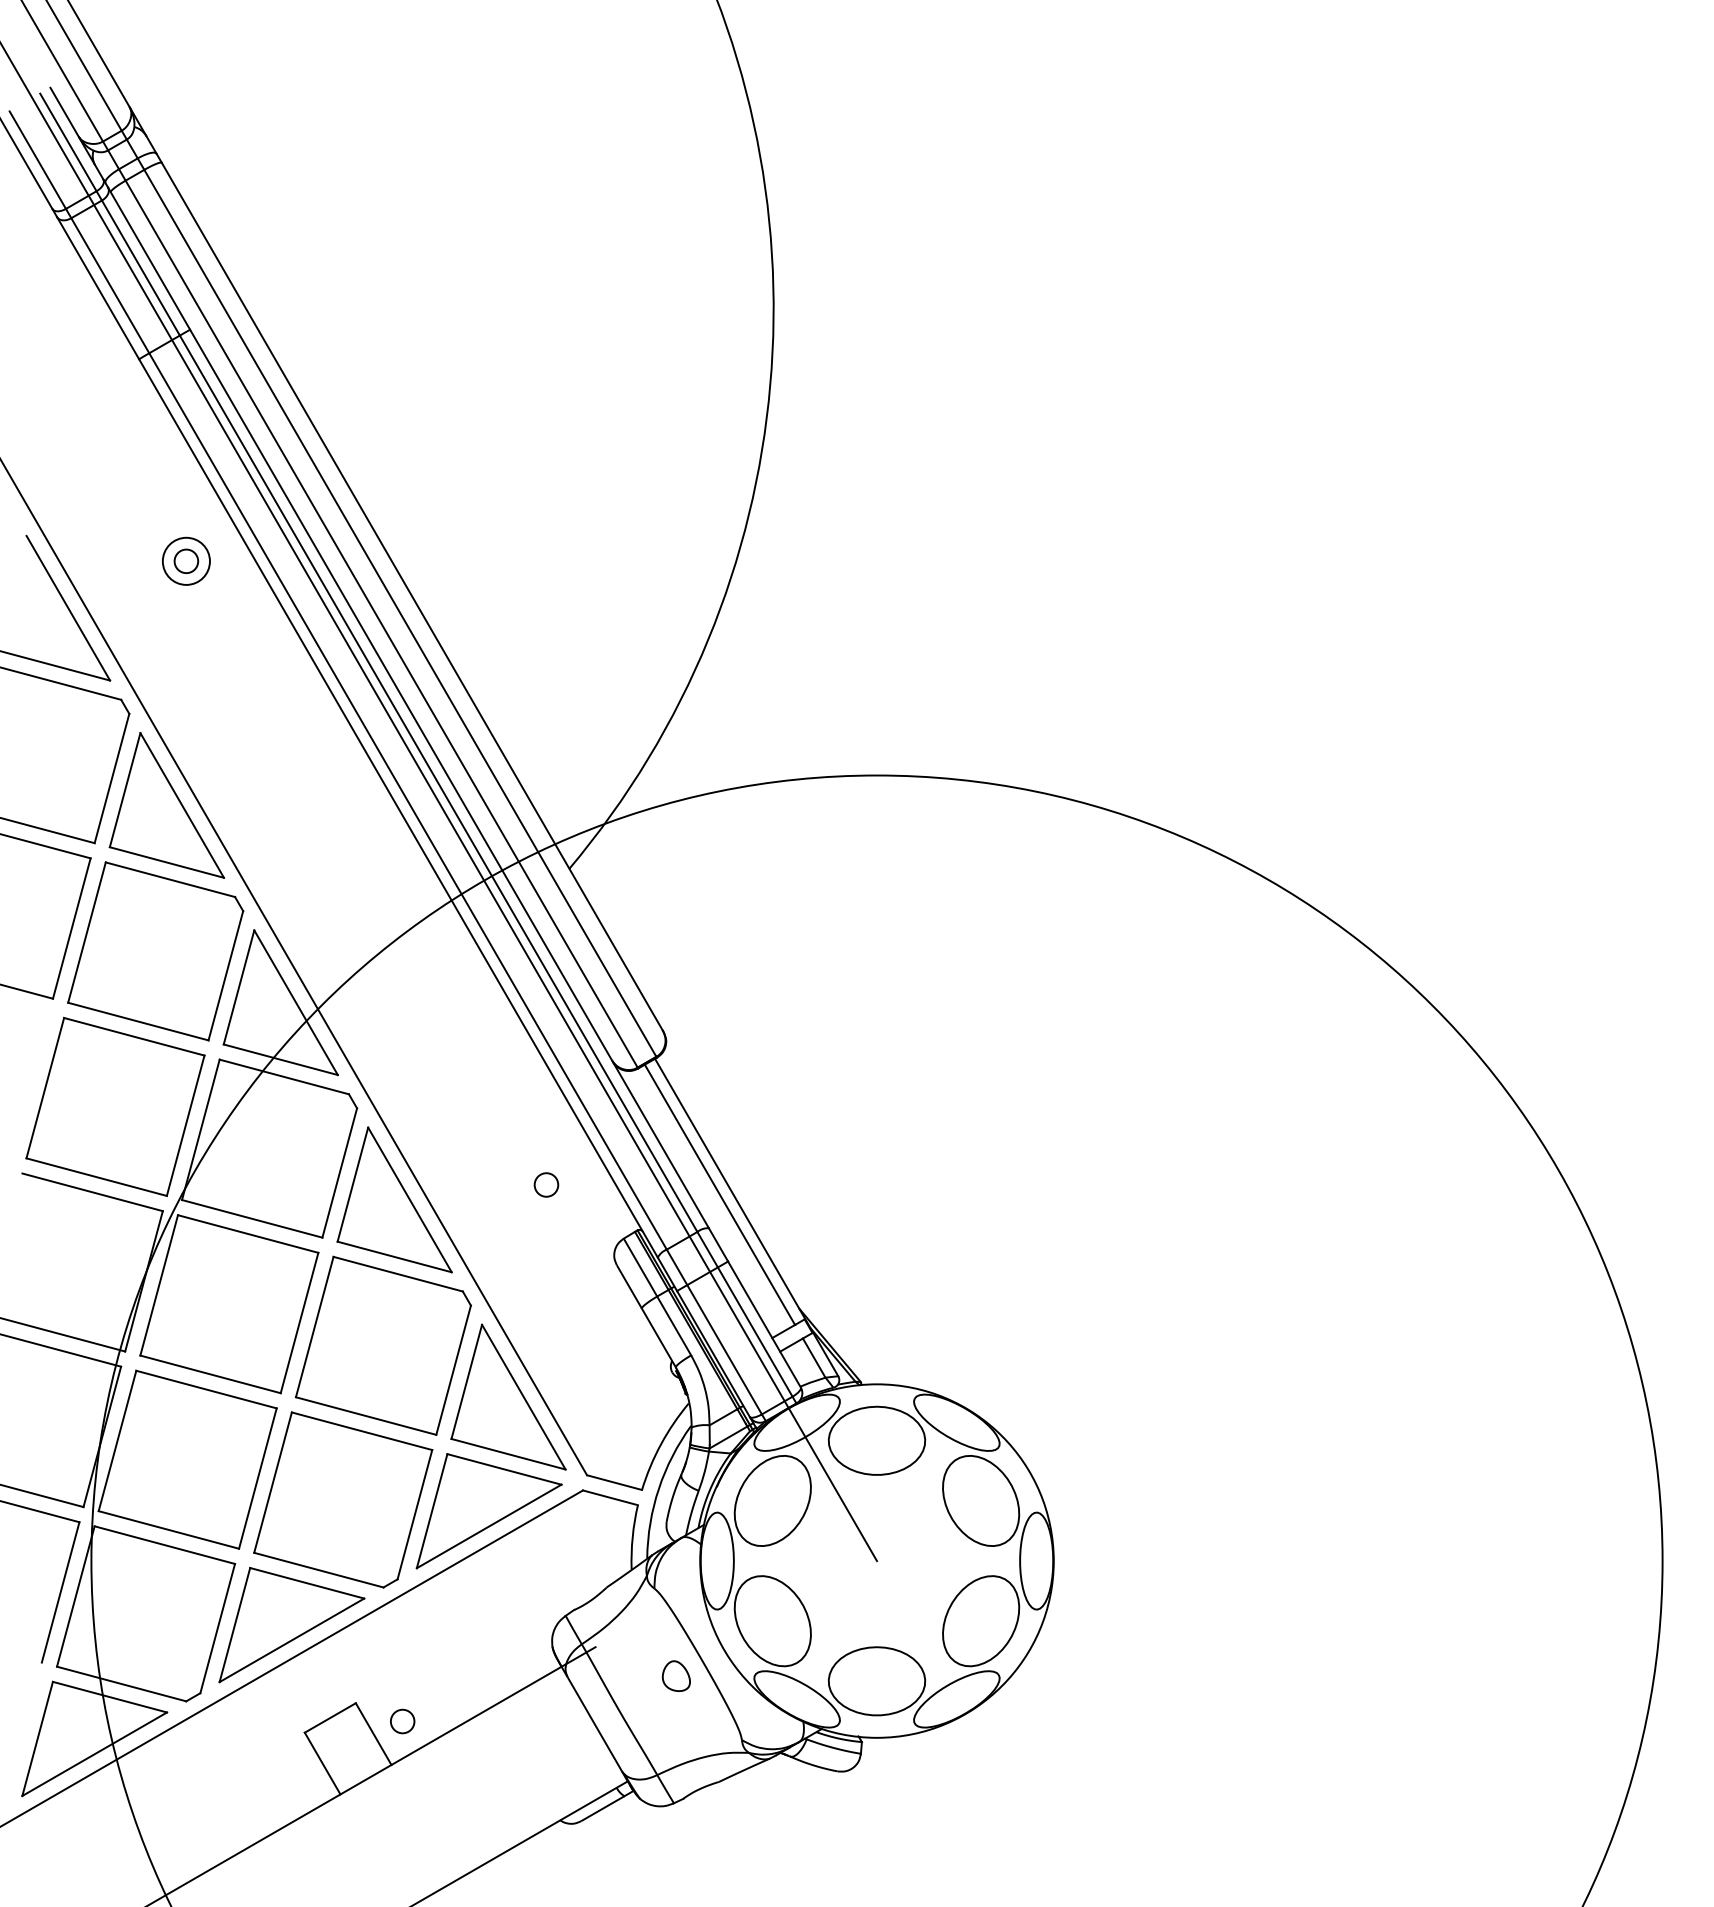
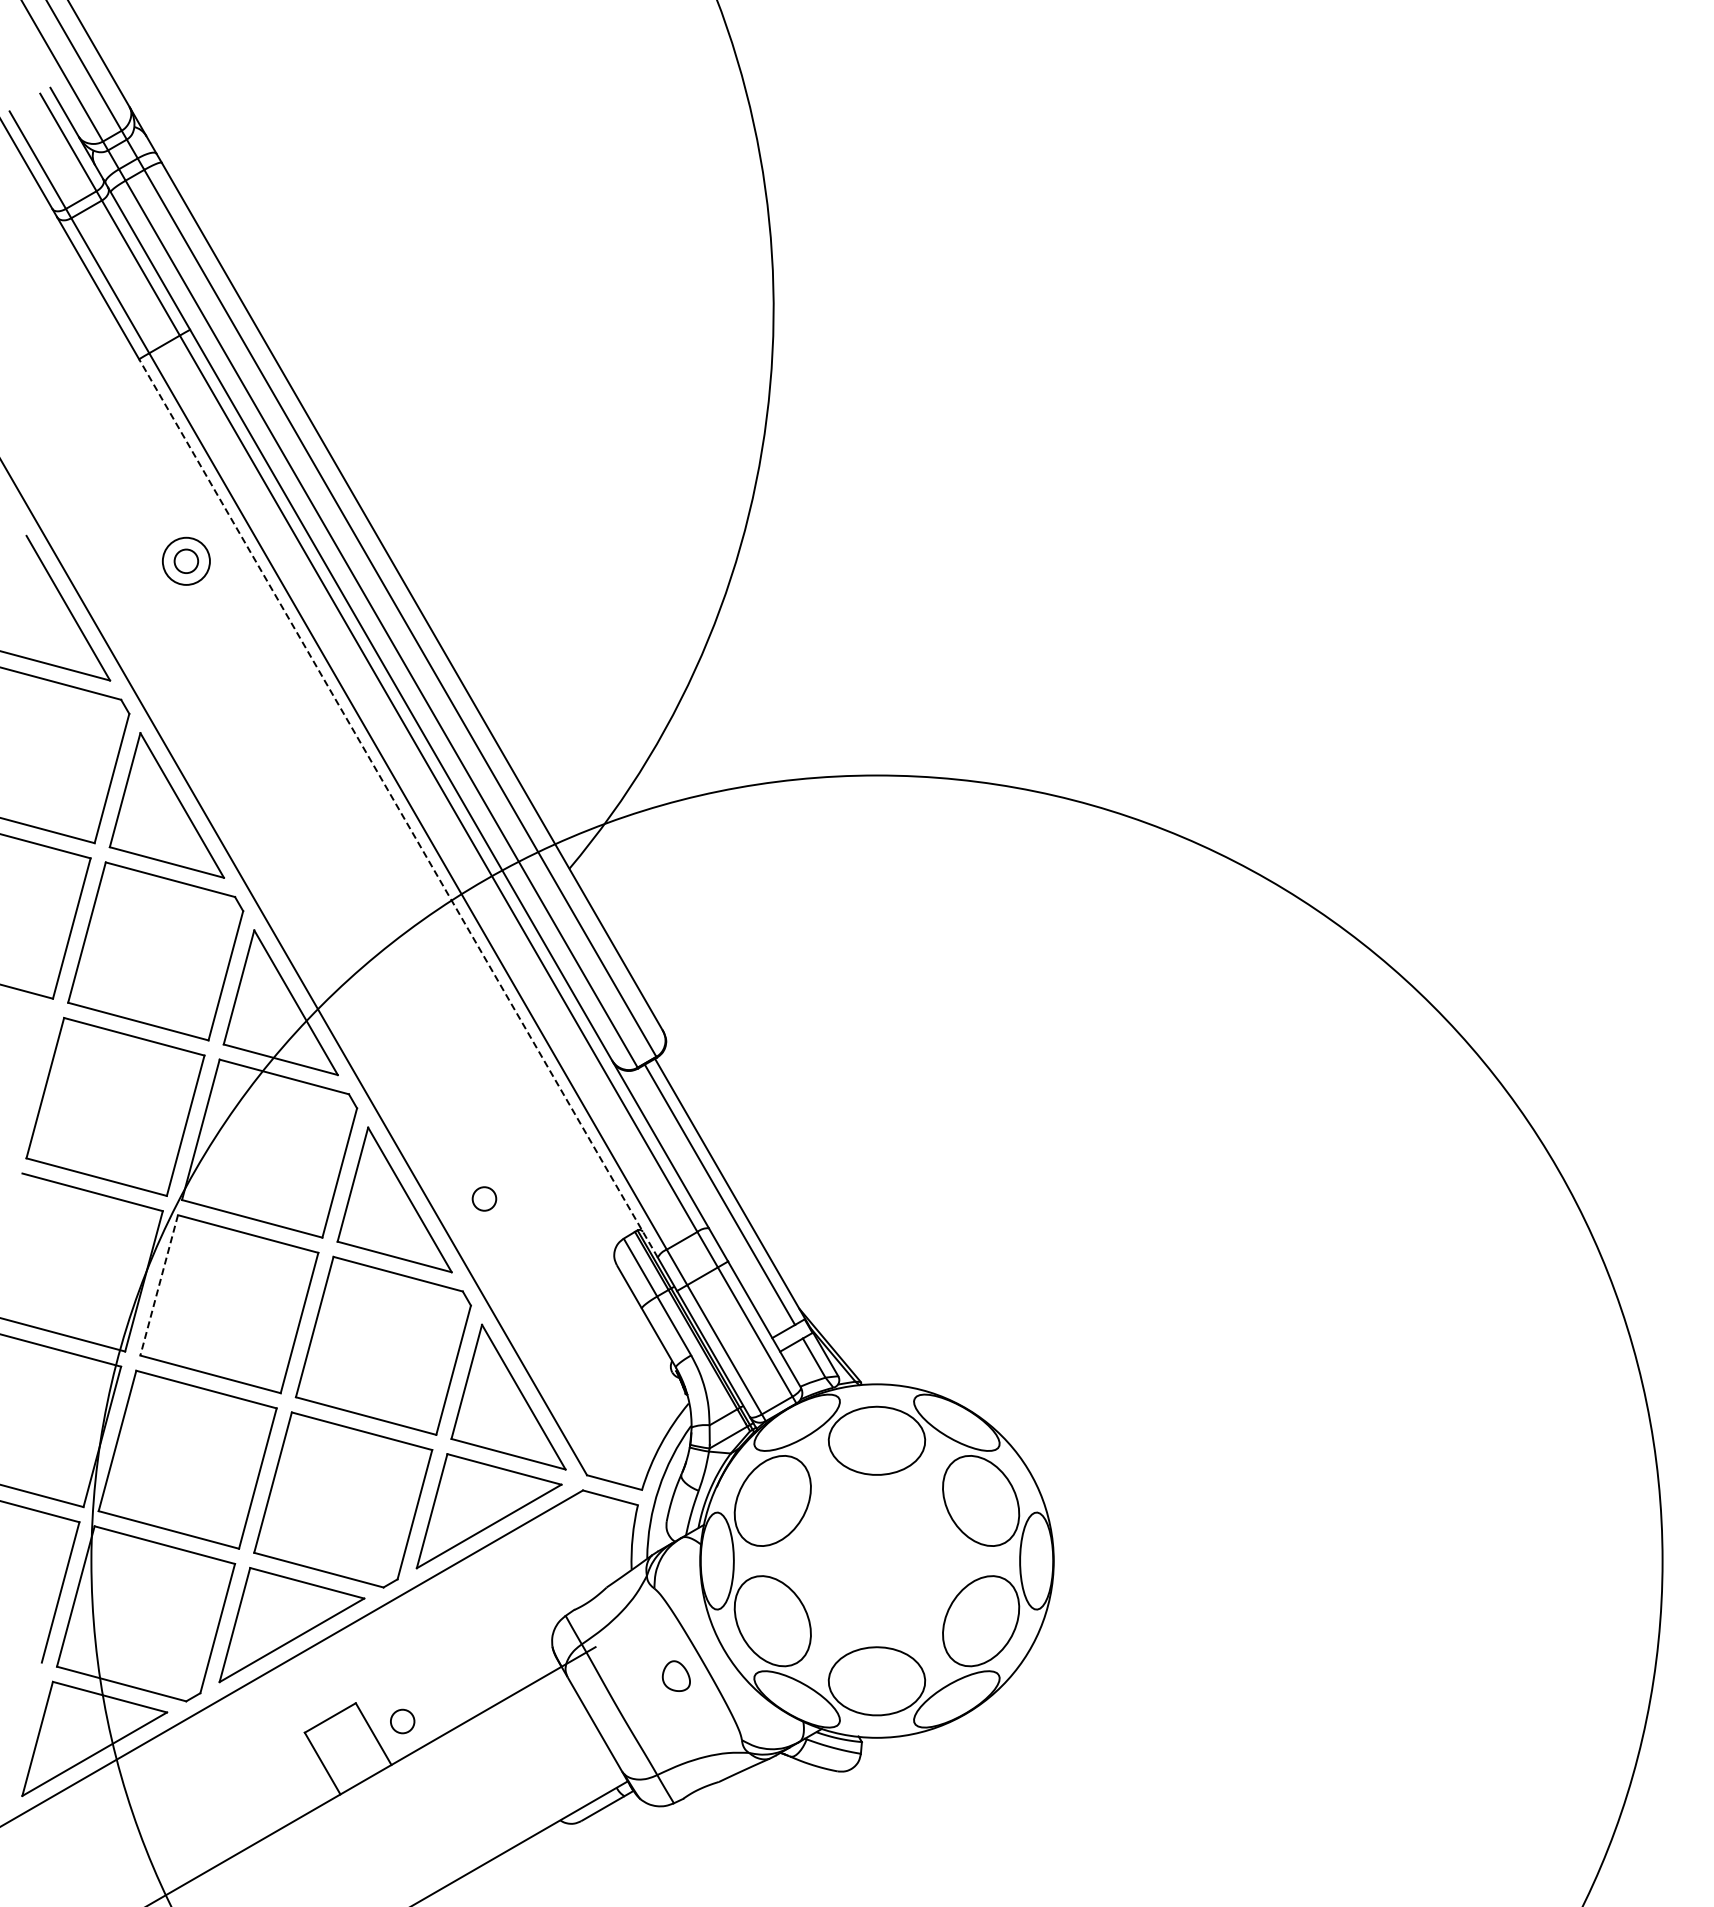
line at (439, 803): present -> none
line at (398, 808): solid -> dashed
circle at (546, 1184) position: (546, 1184) -> (484, 1198)
line at (159, 1285): solid -> dashed
